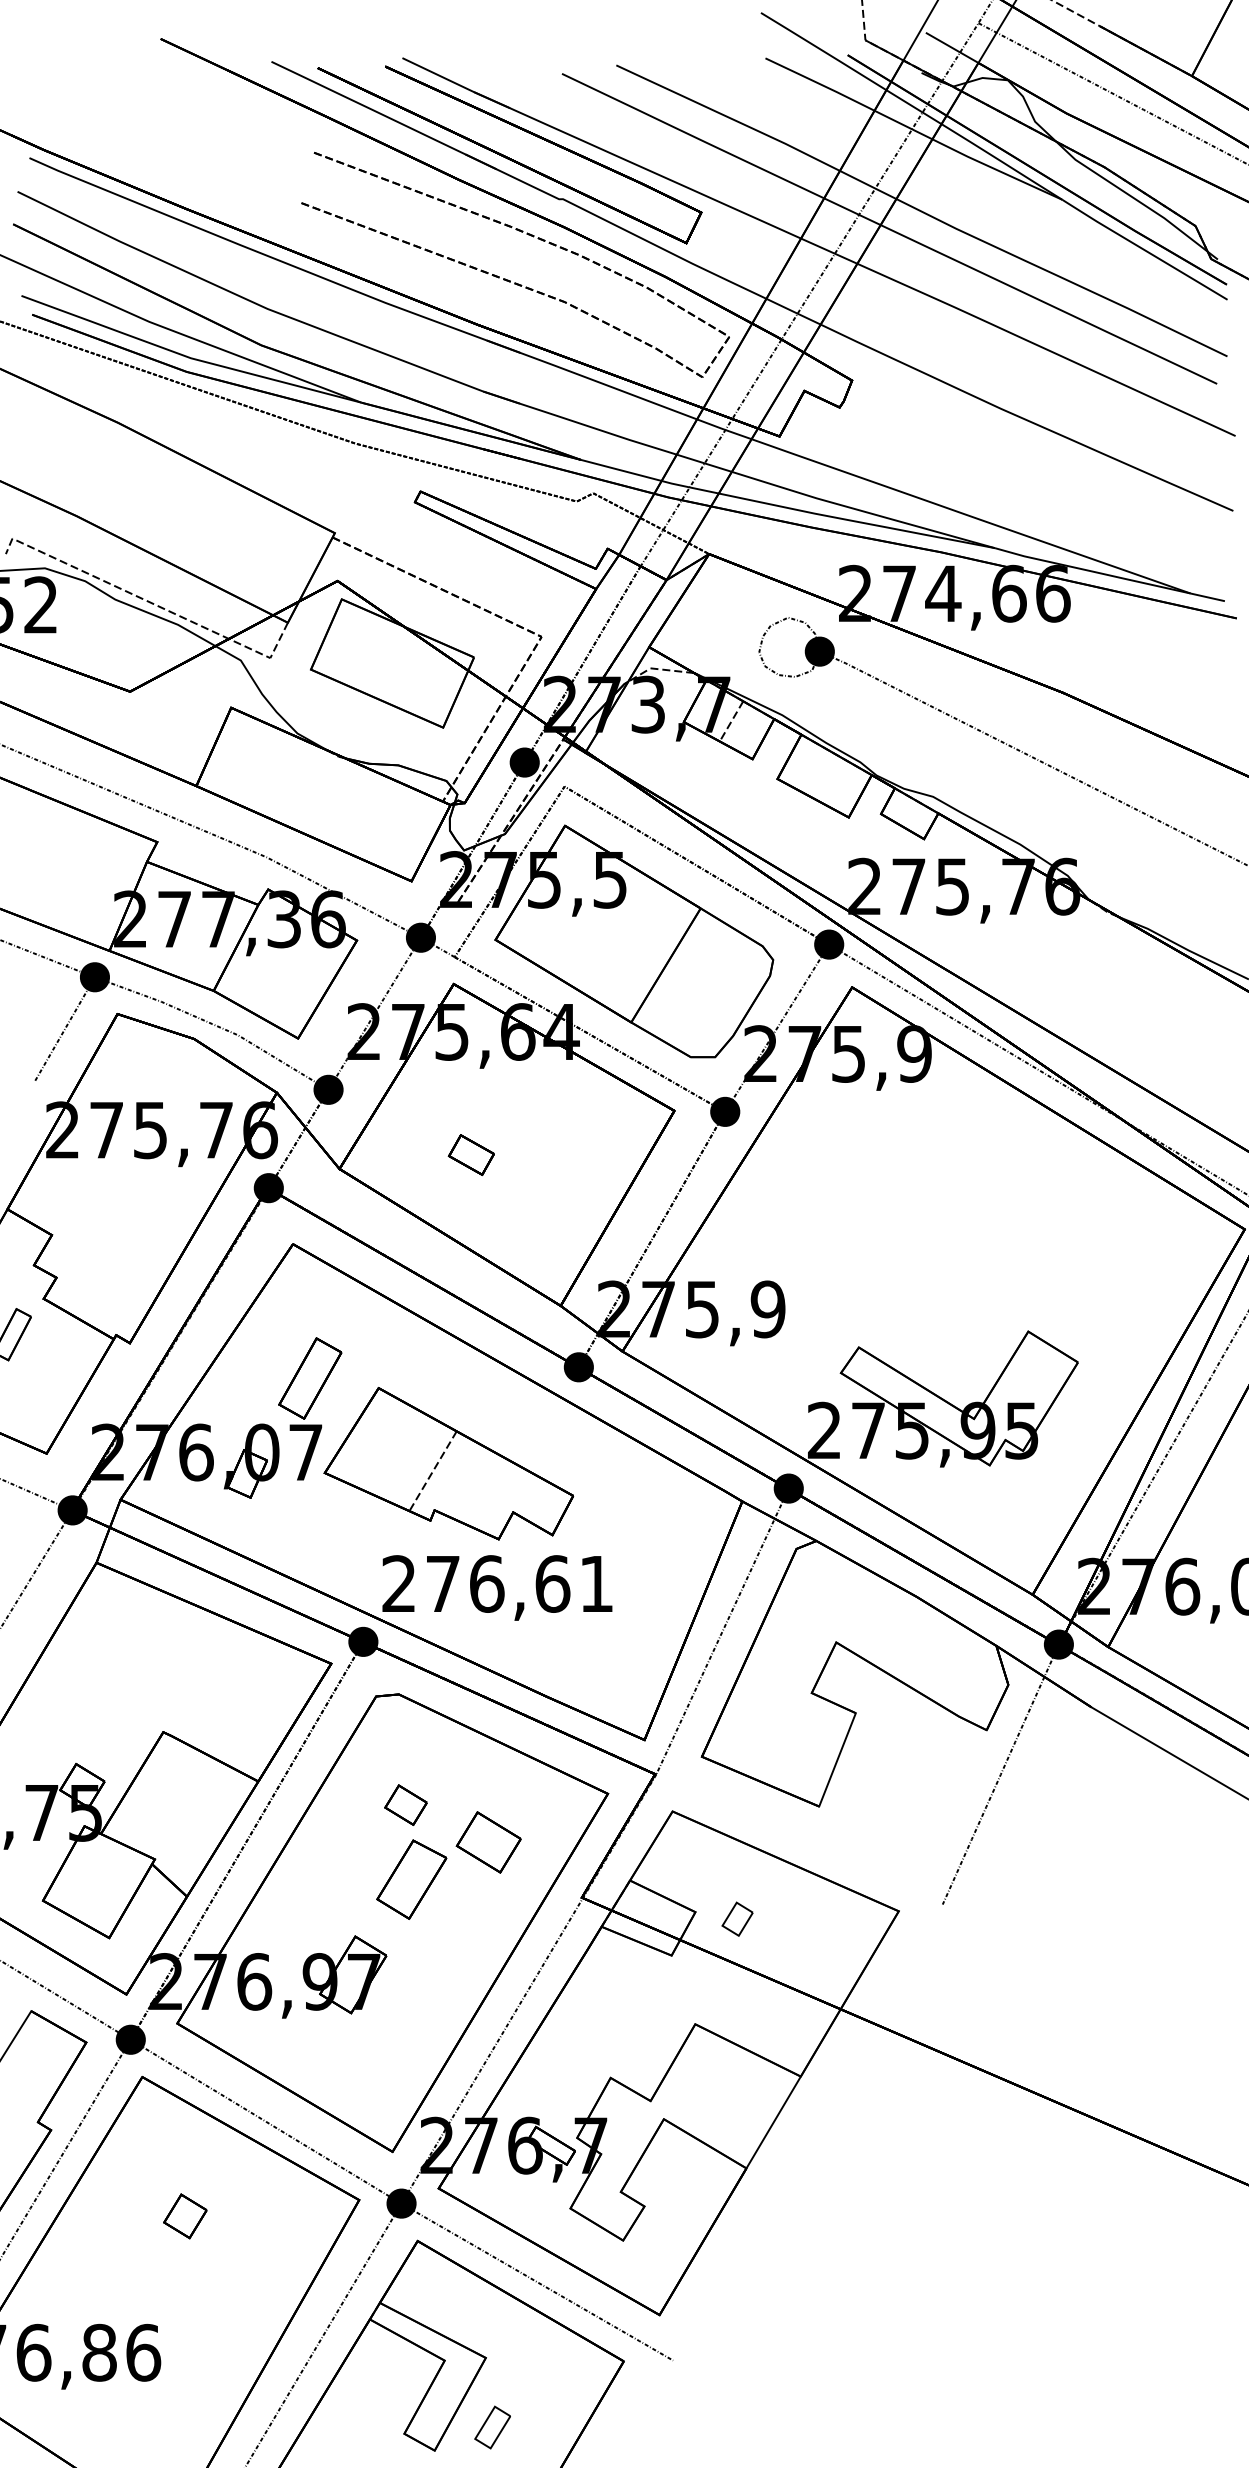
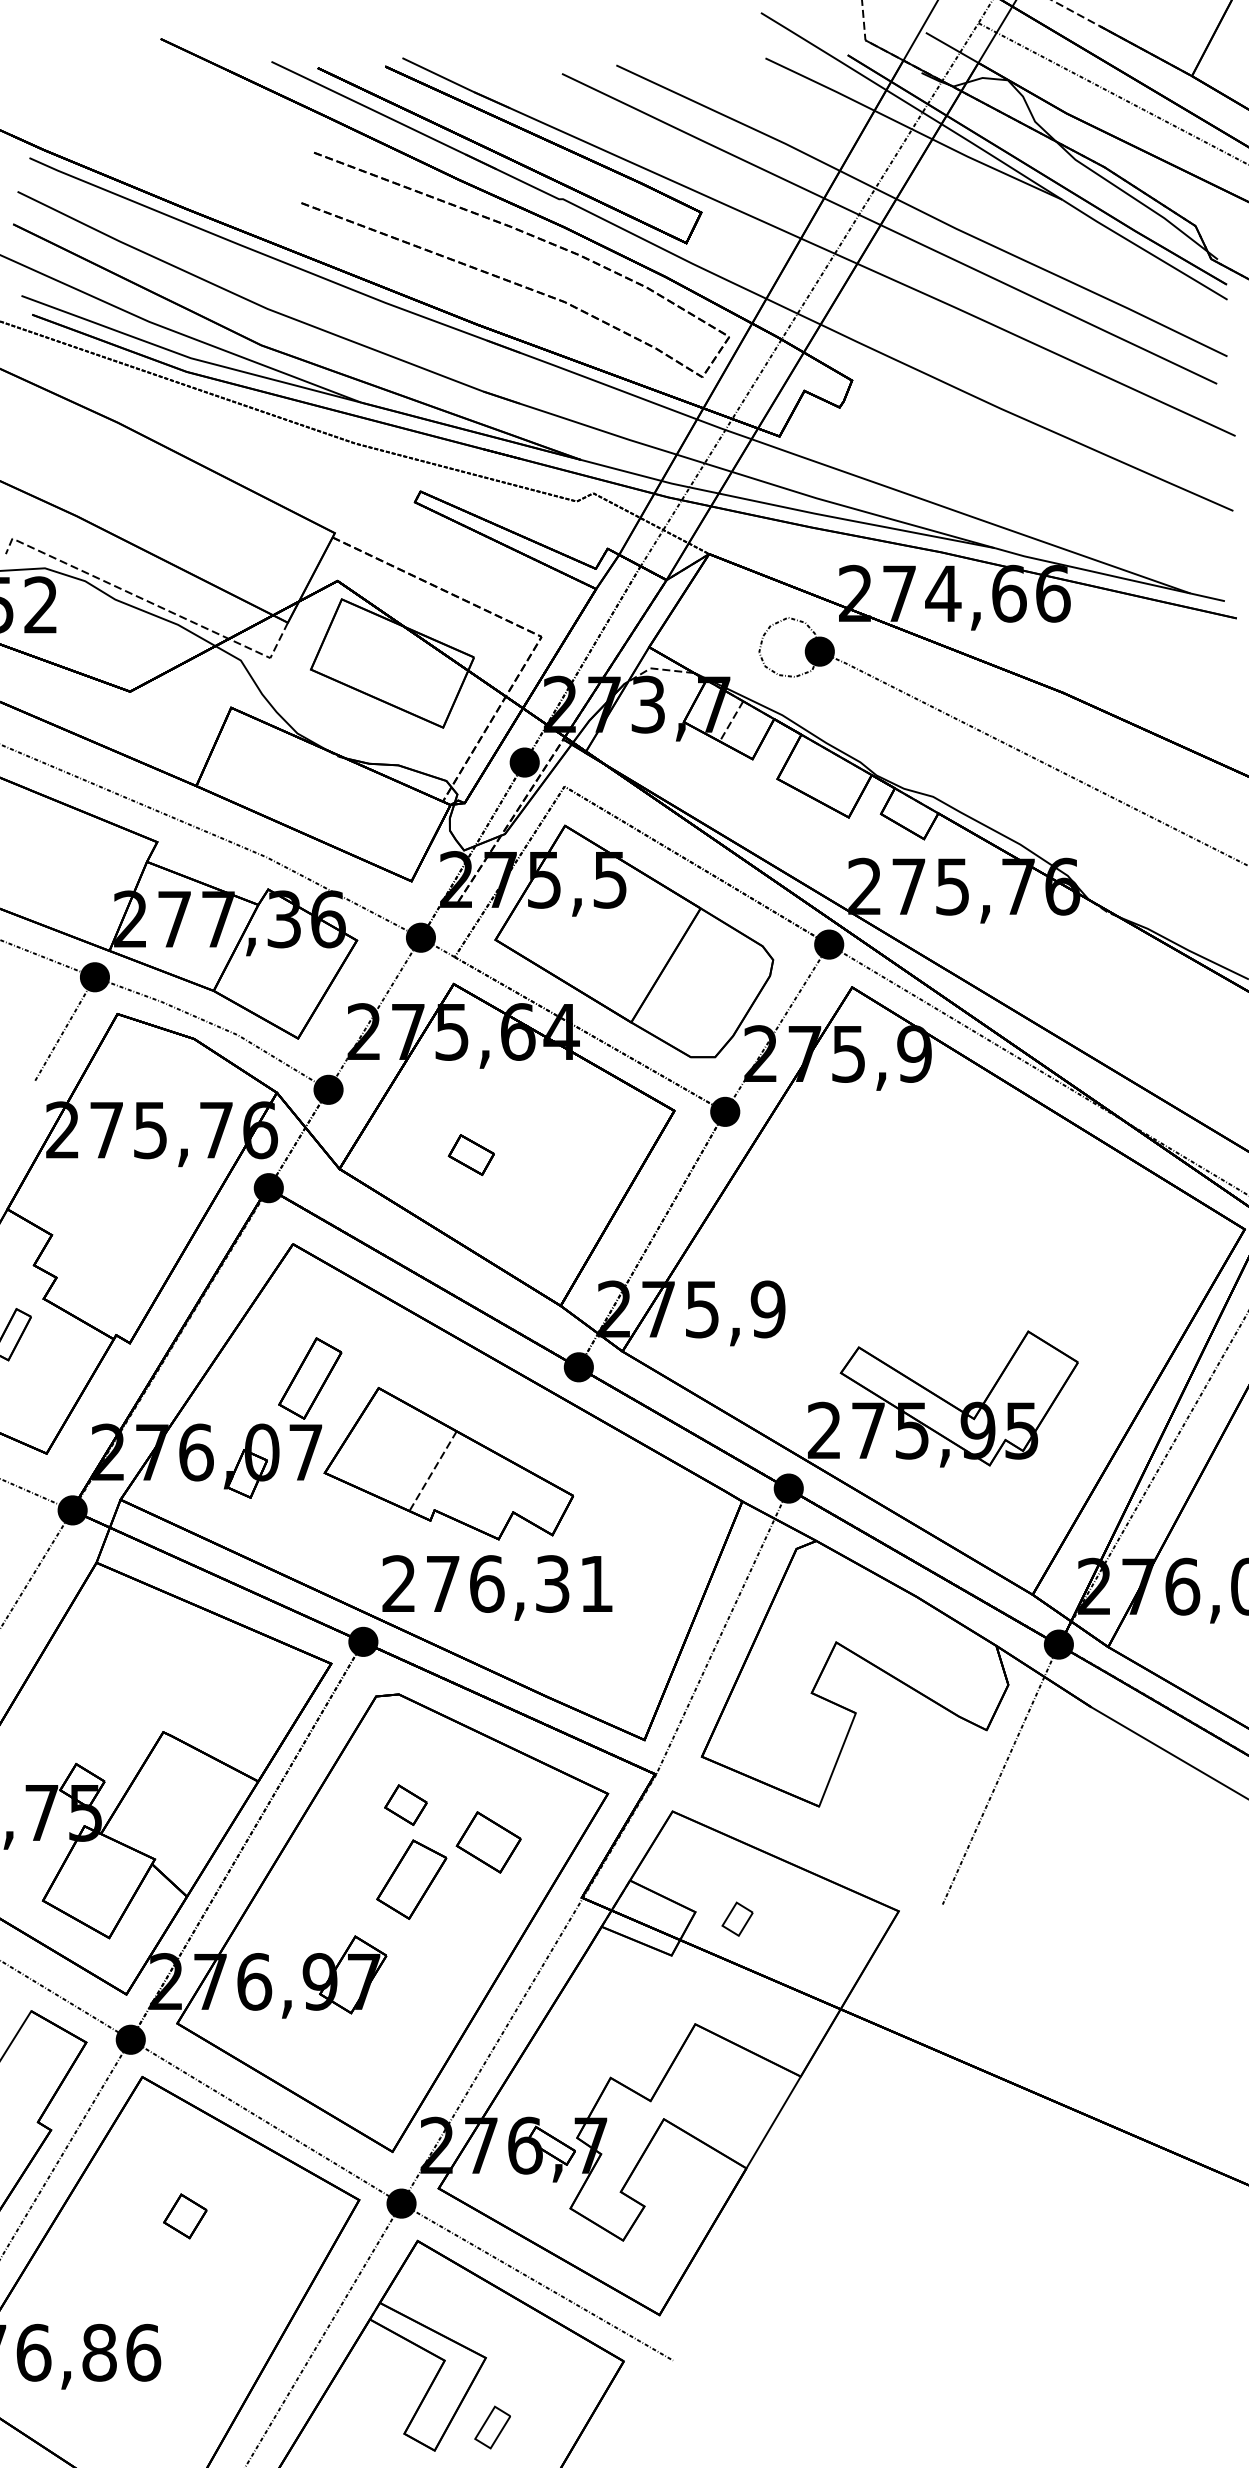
text at (552, 1583): 276,61 -> 276,31
